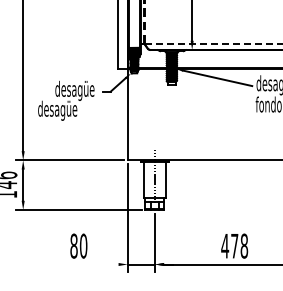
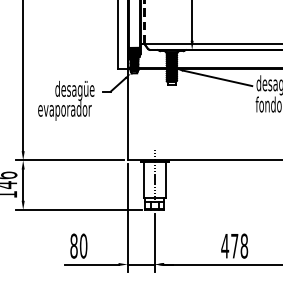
line at (211, 44): dashed -> solid
text at (64, 110): desagüe -> evaporador
line at (91, 264): none -> present
